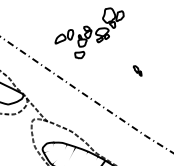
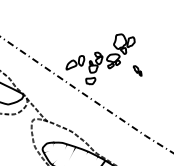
part at (89, 33) position: (89, 33) -> (100, 59)
